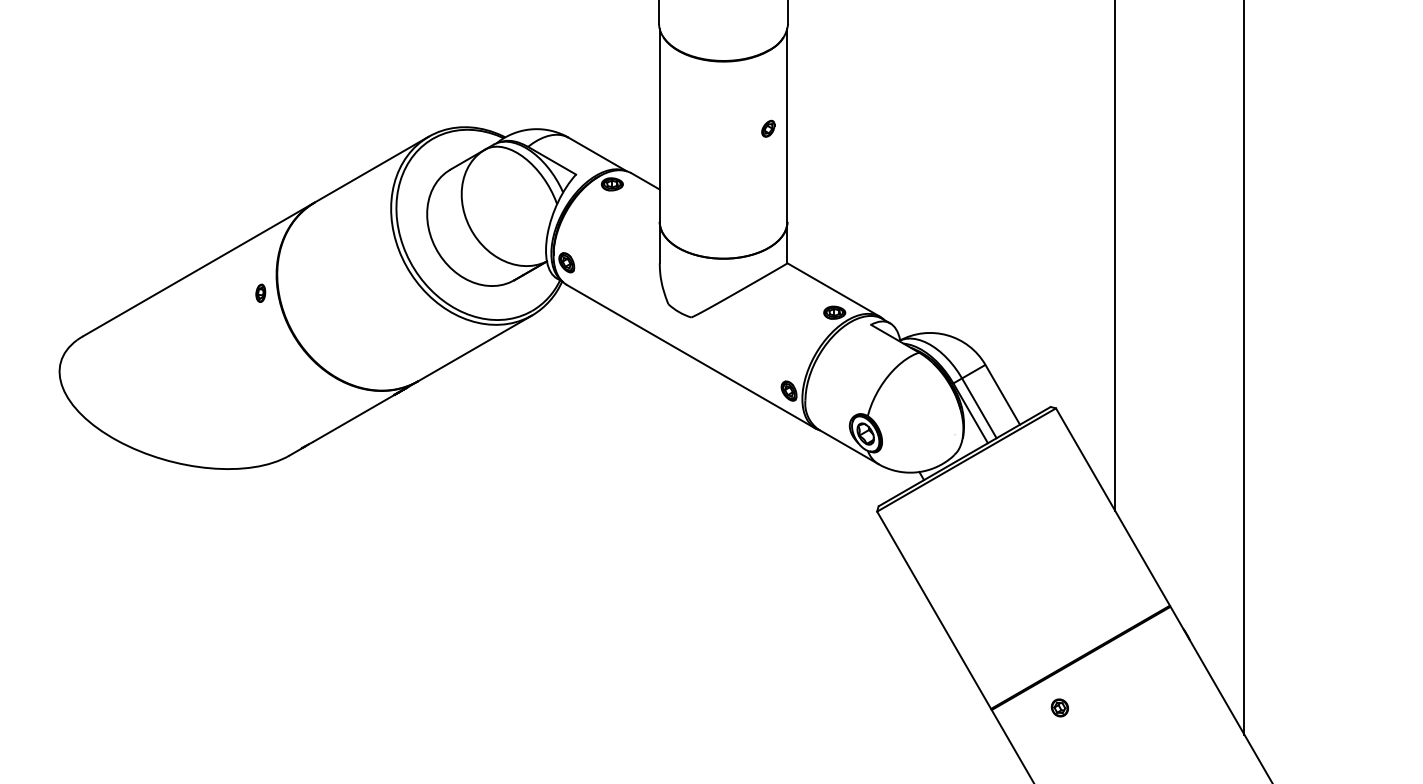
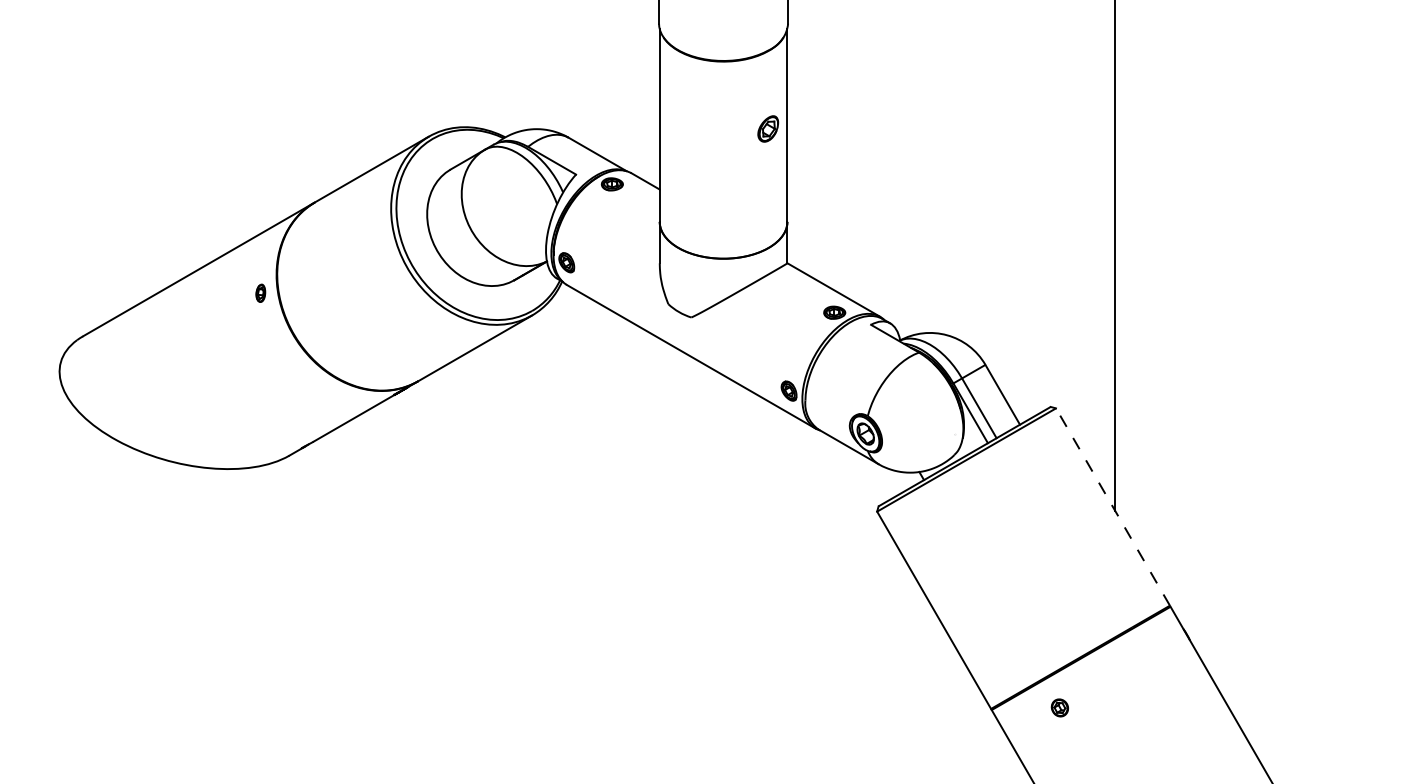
part at (768, 128) size: 15x19 px -> 23x28 px
line at (1244, 368): present -> none
line at (1112, 507): solid -> dashed
